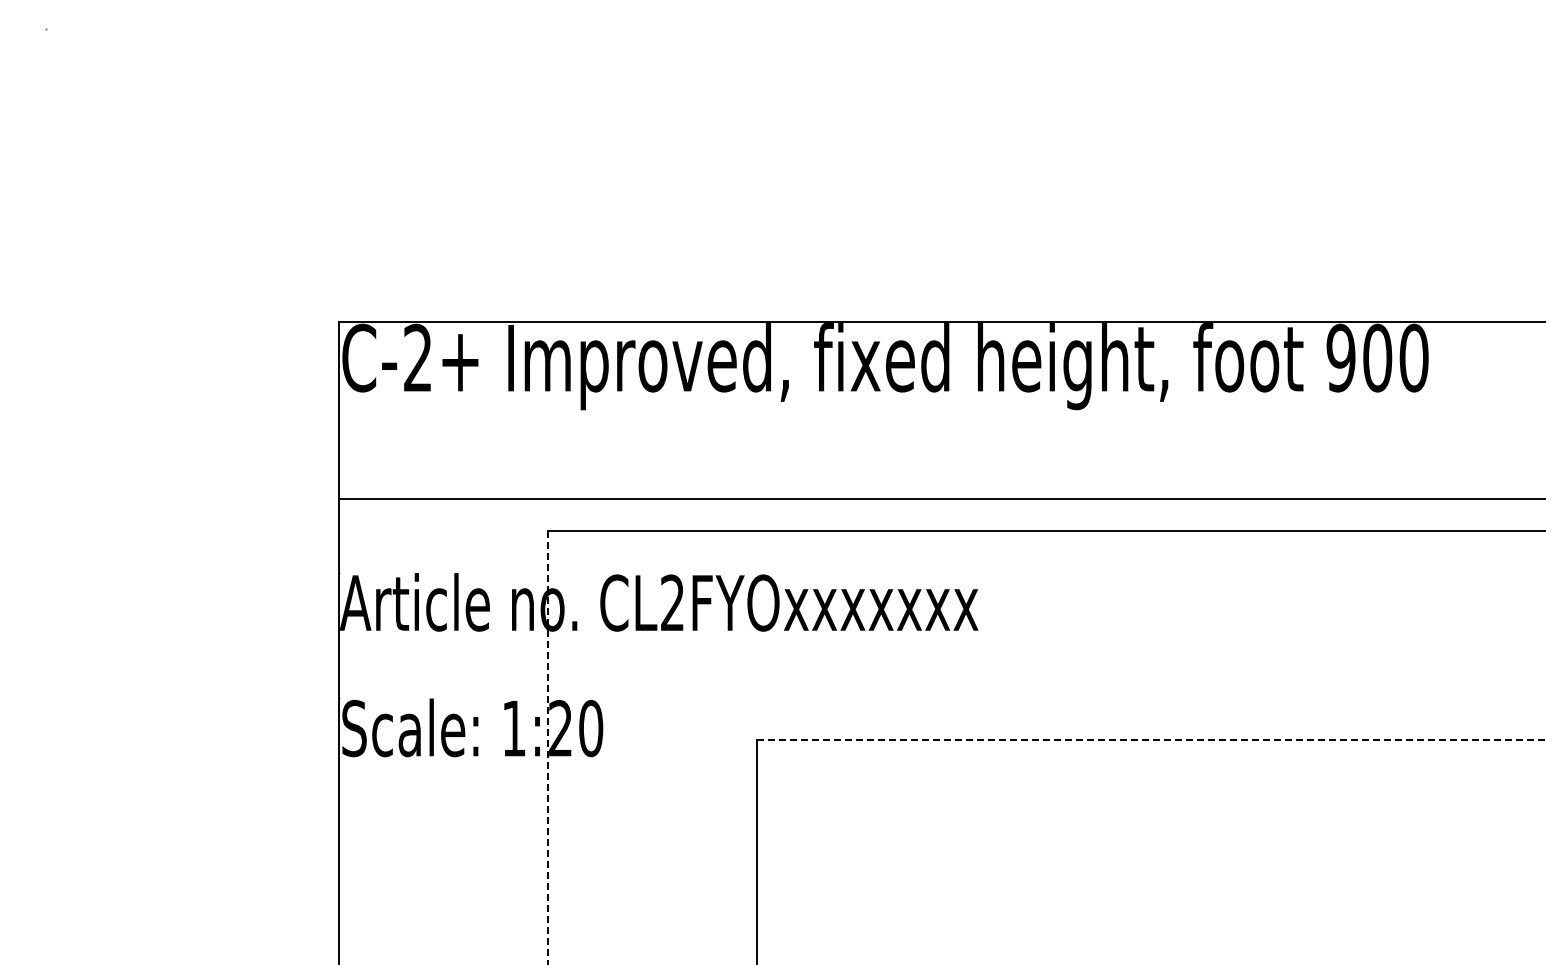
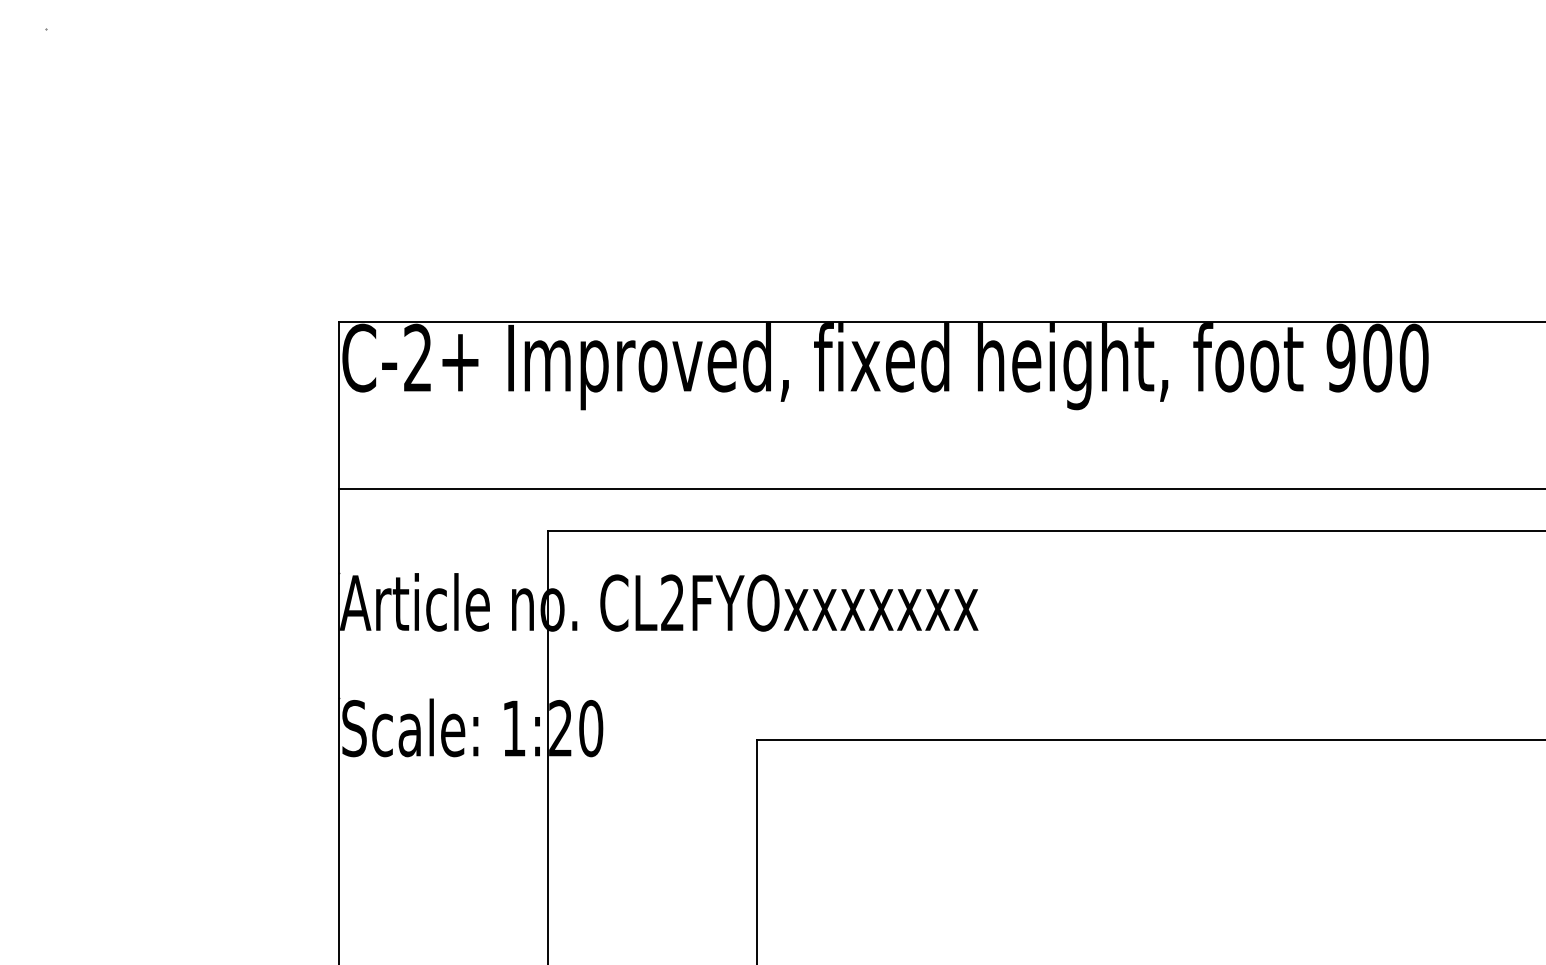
line at (940, 499) position: (940, 499) -> (940, 489)
line at (1151, 740): dashed -> solid
line at (548, 748): dashed -> solid
